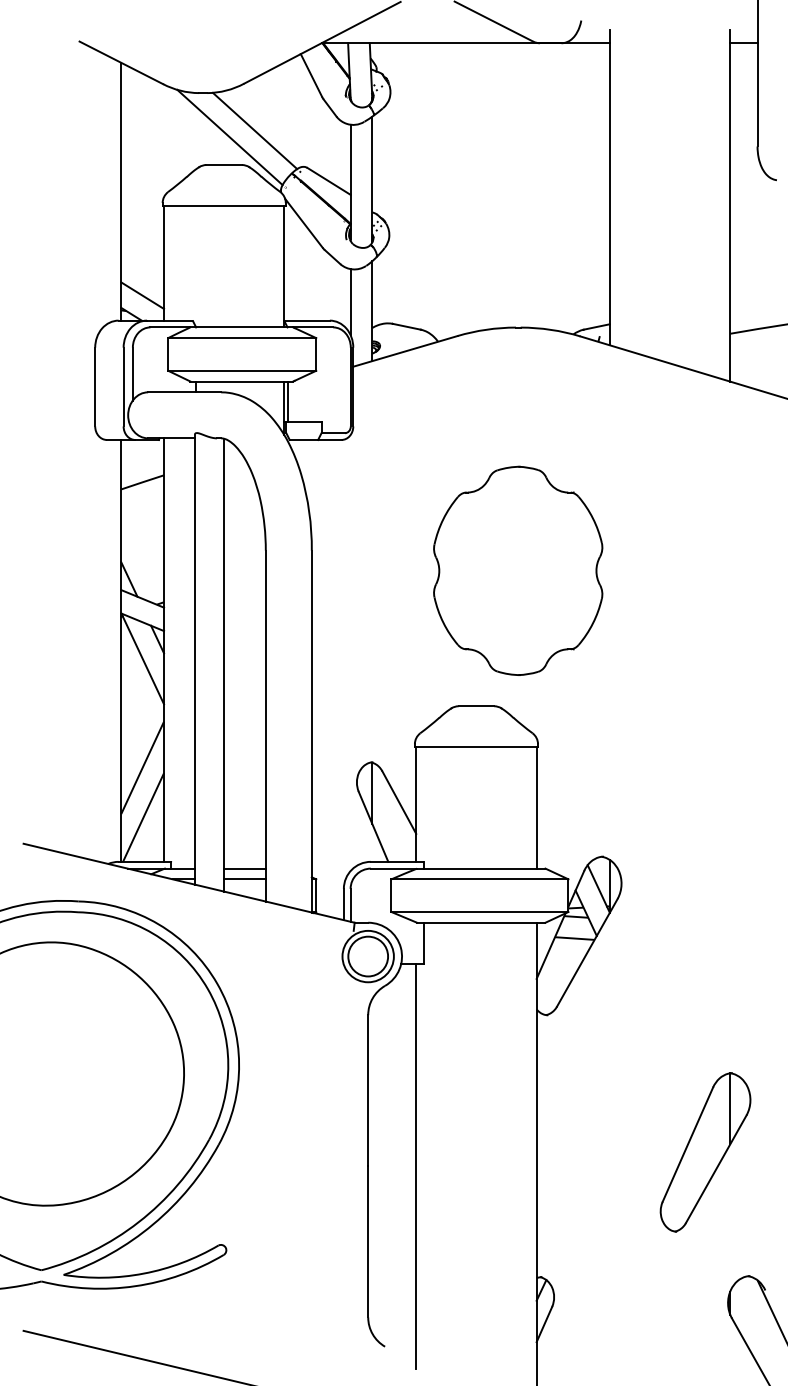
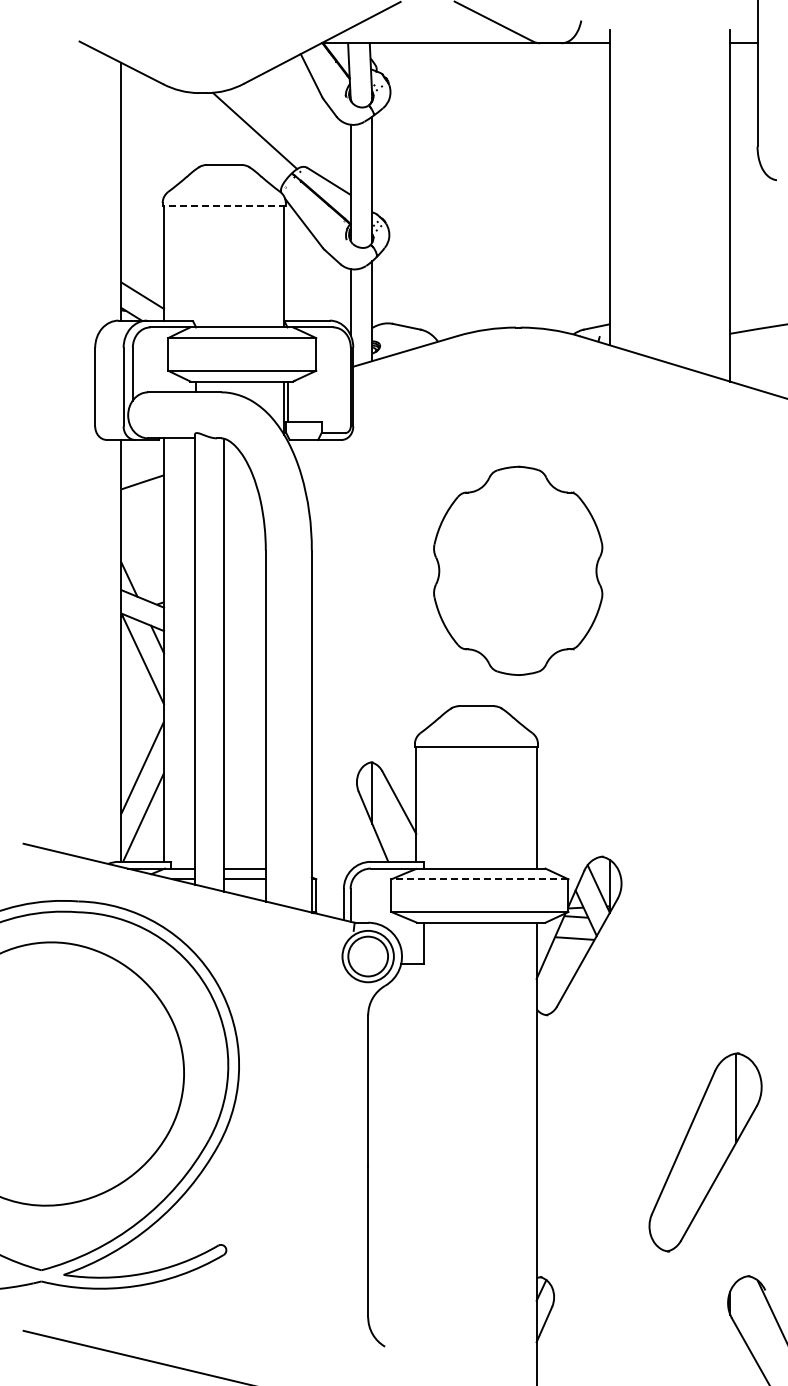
line at (229, 137): present -> none
line at (224, 205): solid -> dashed
line at (479, 879): solid -> dashed
part at (705, 1152) size: 93x161 px -> 115x201 px
line at (416, 1165): present -> none
